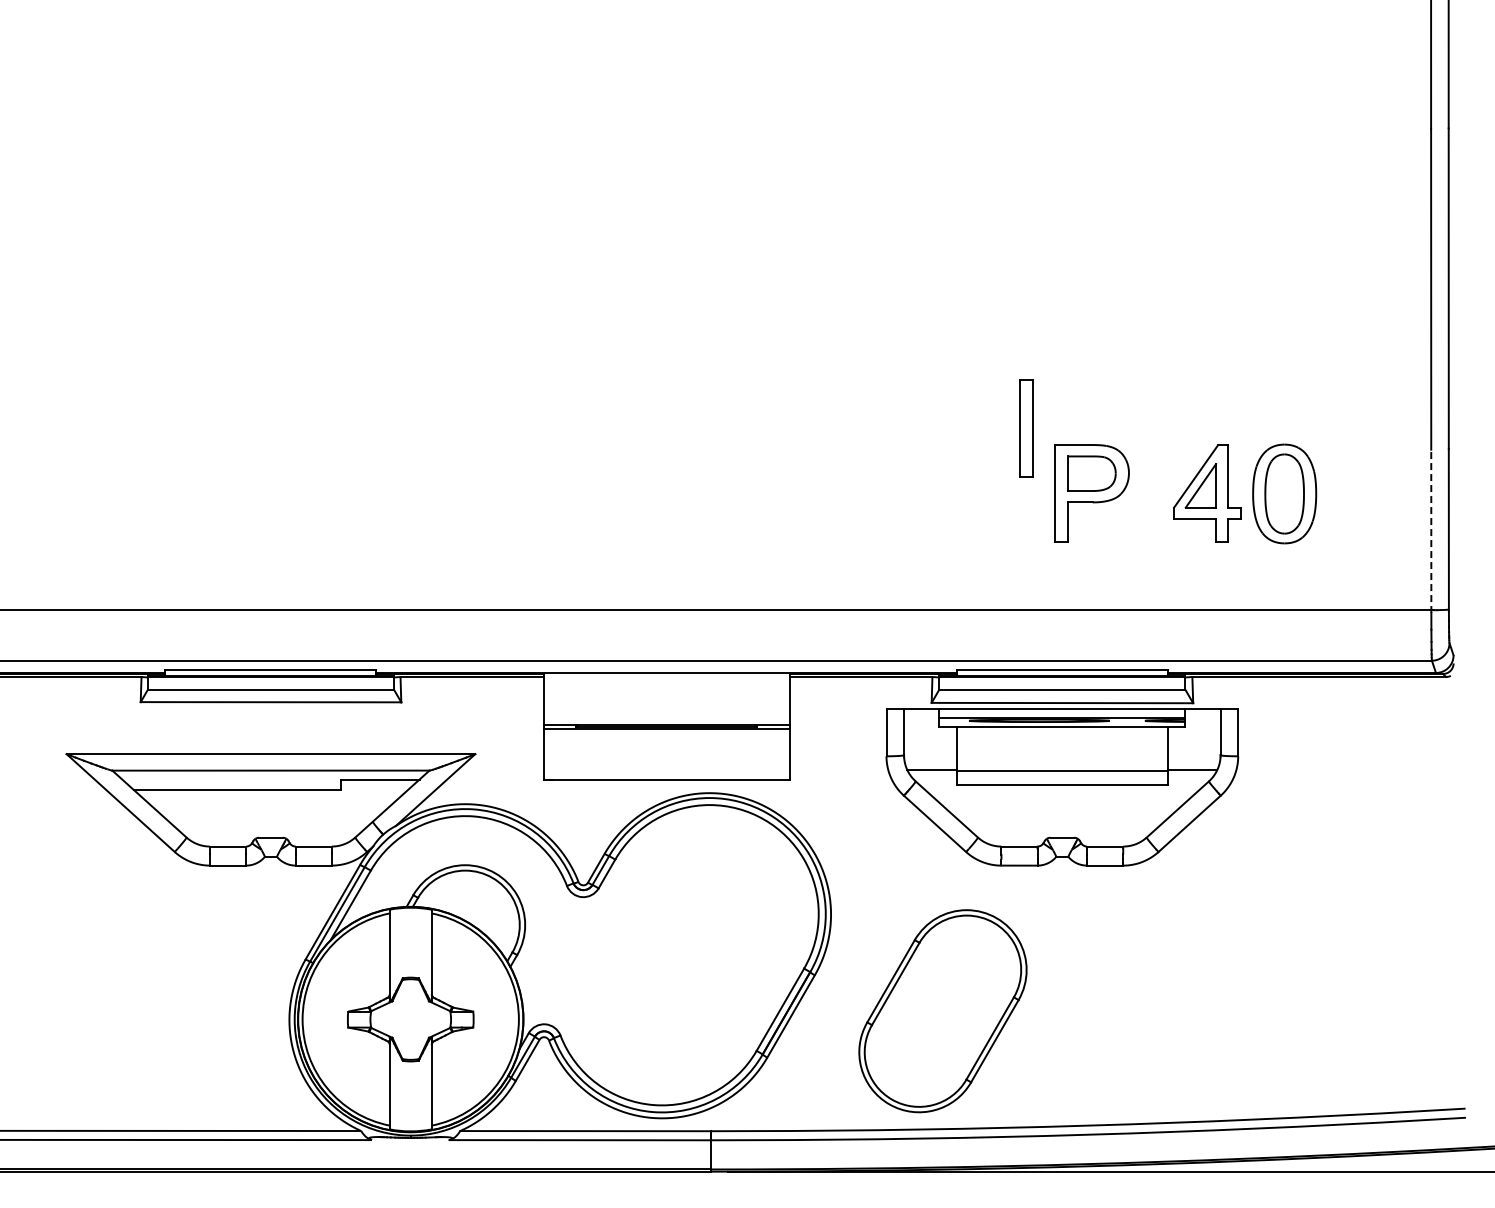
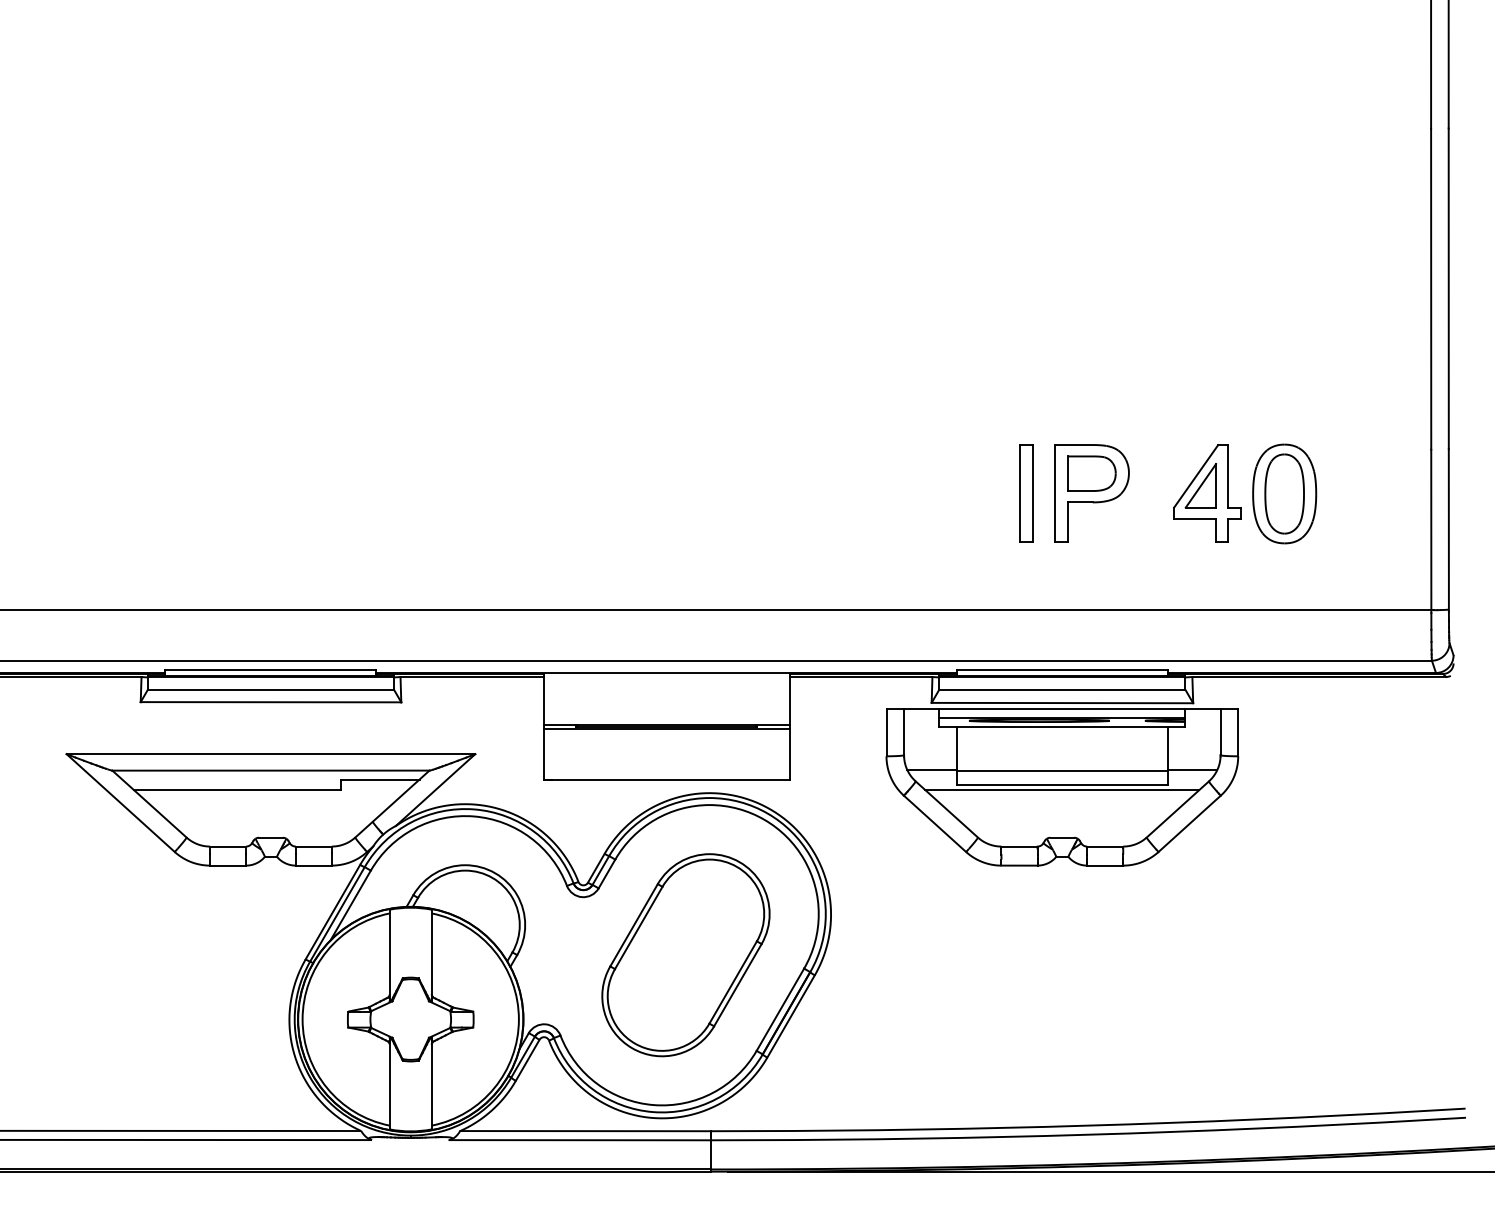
part at (1026, 428) position: (1026, 428) -> (1026, 493)
line at (1431, 531): dashed -> solid
line at (1062, 790): none -> present
part at (942, 1011) position: (942, 1011) -> (685, 955)
